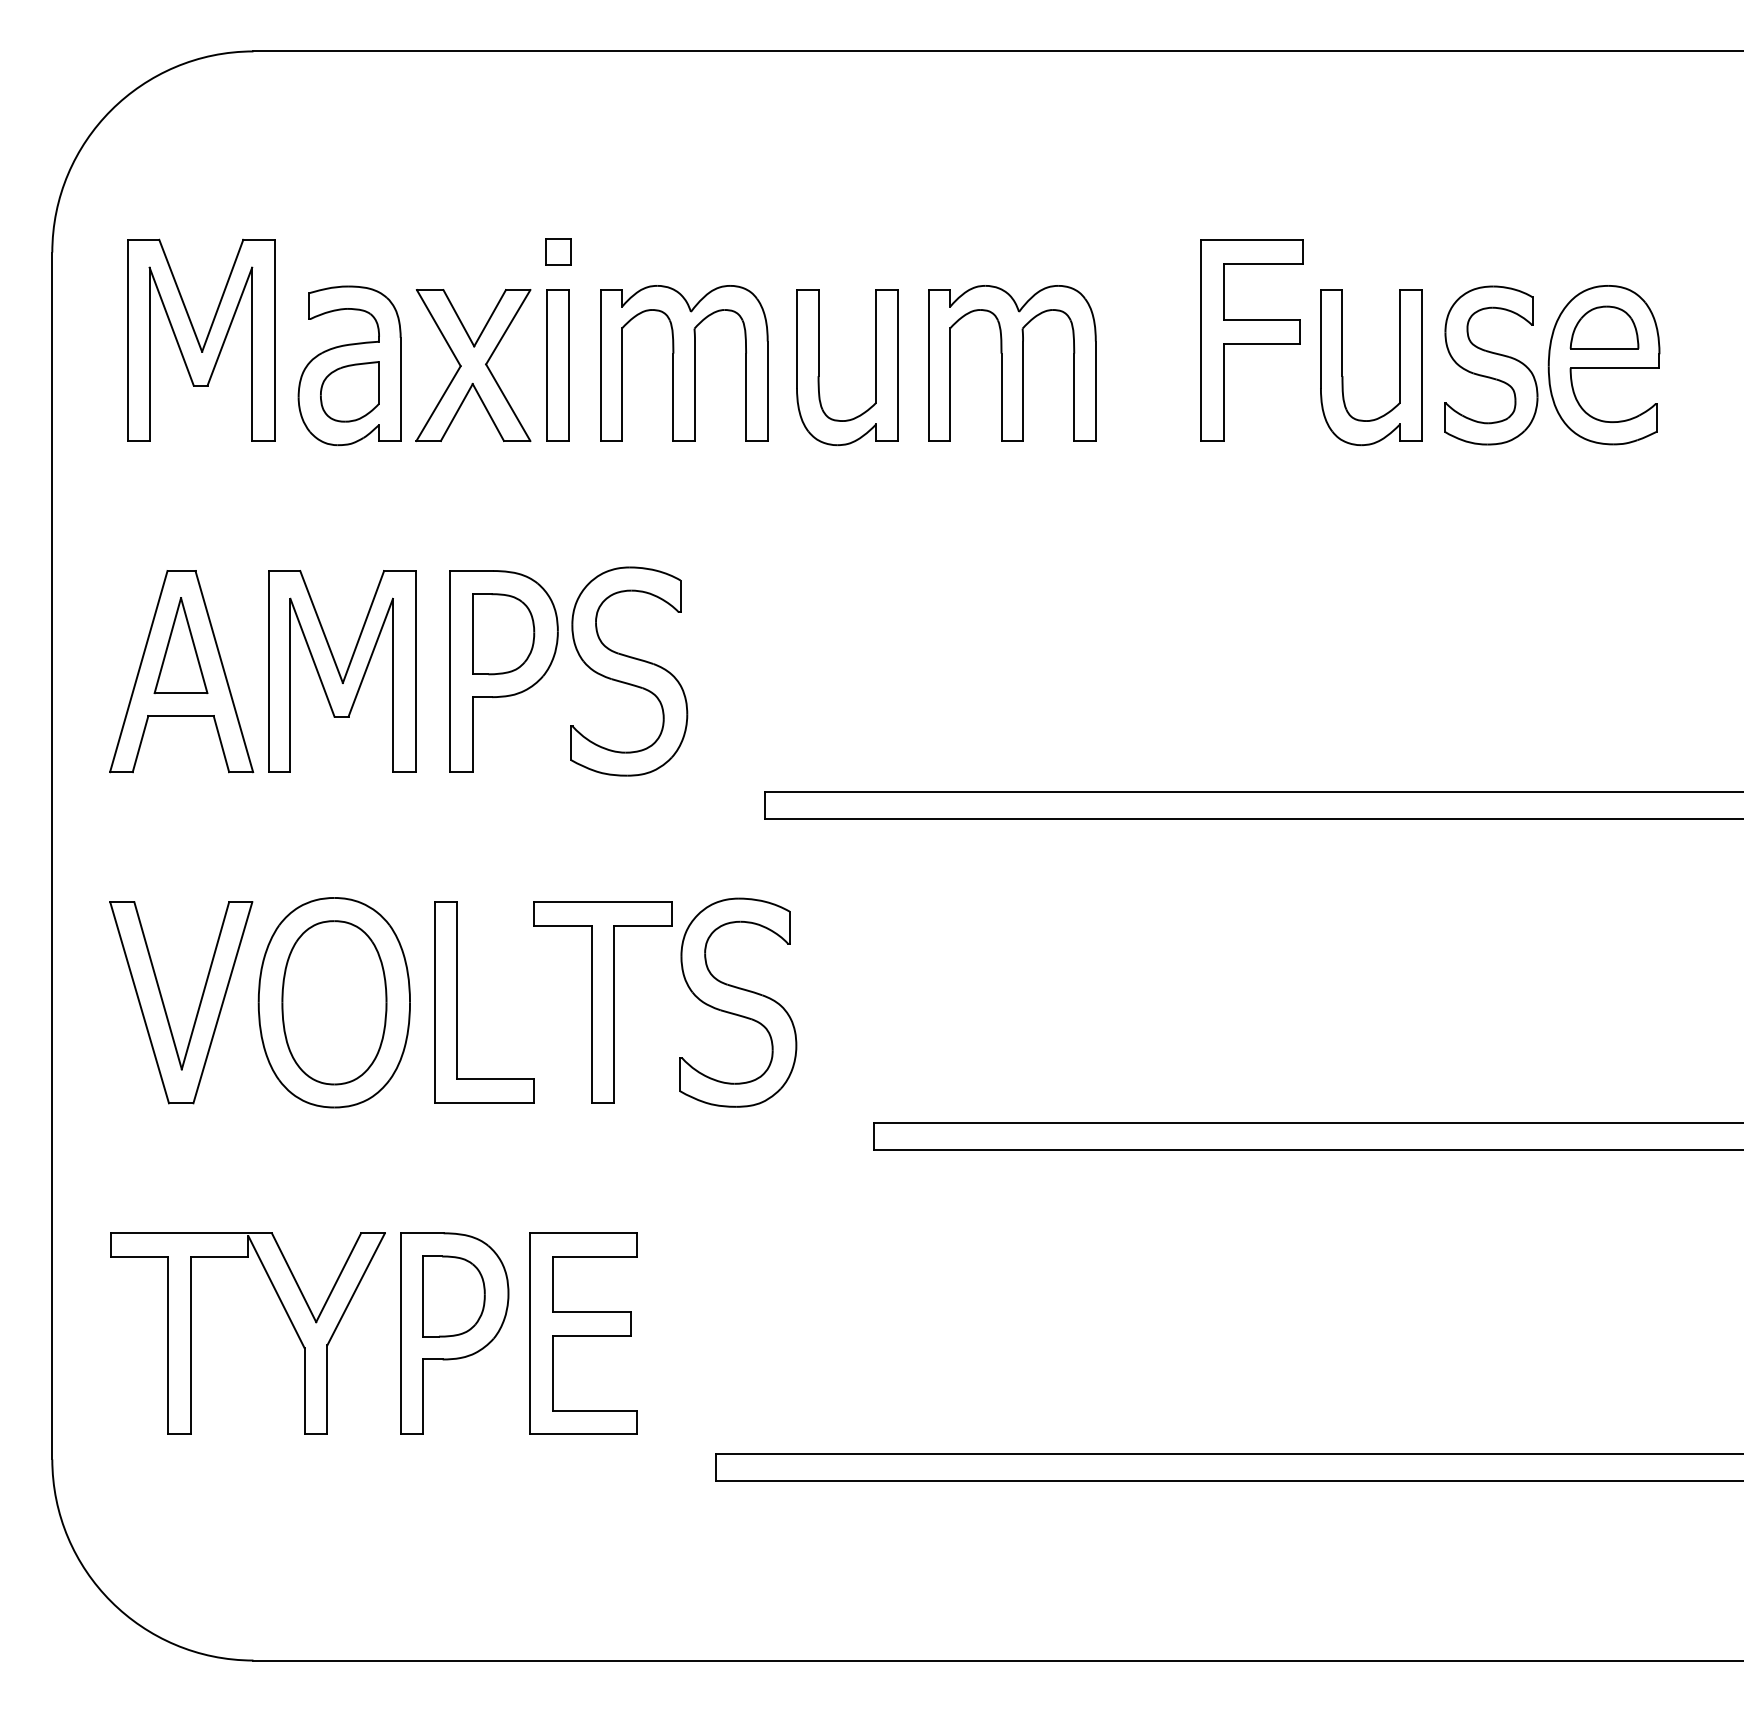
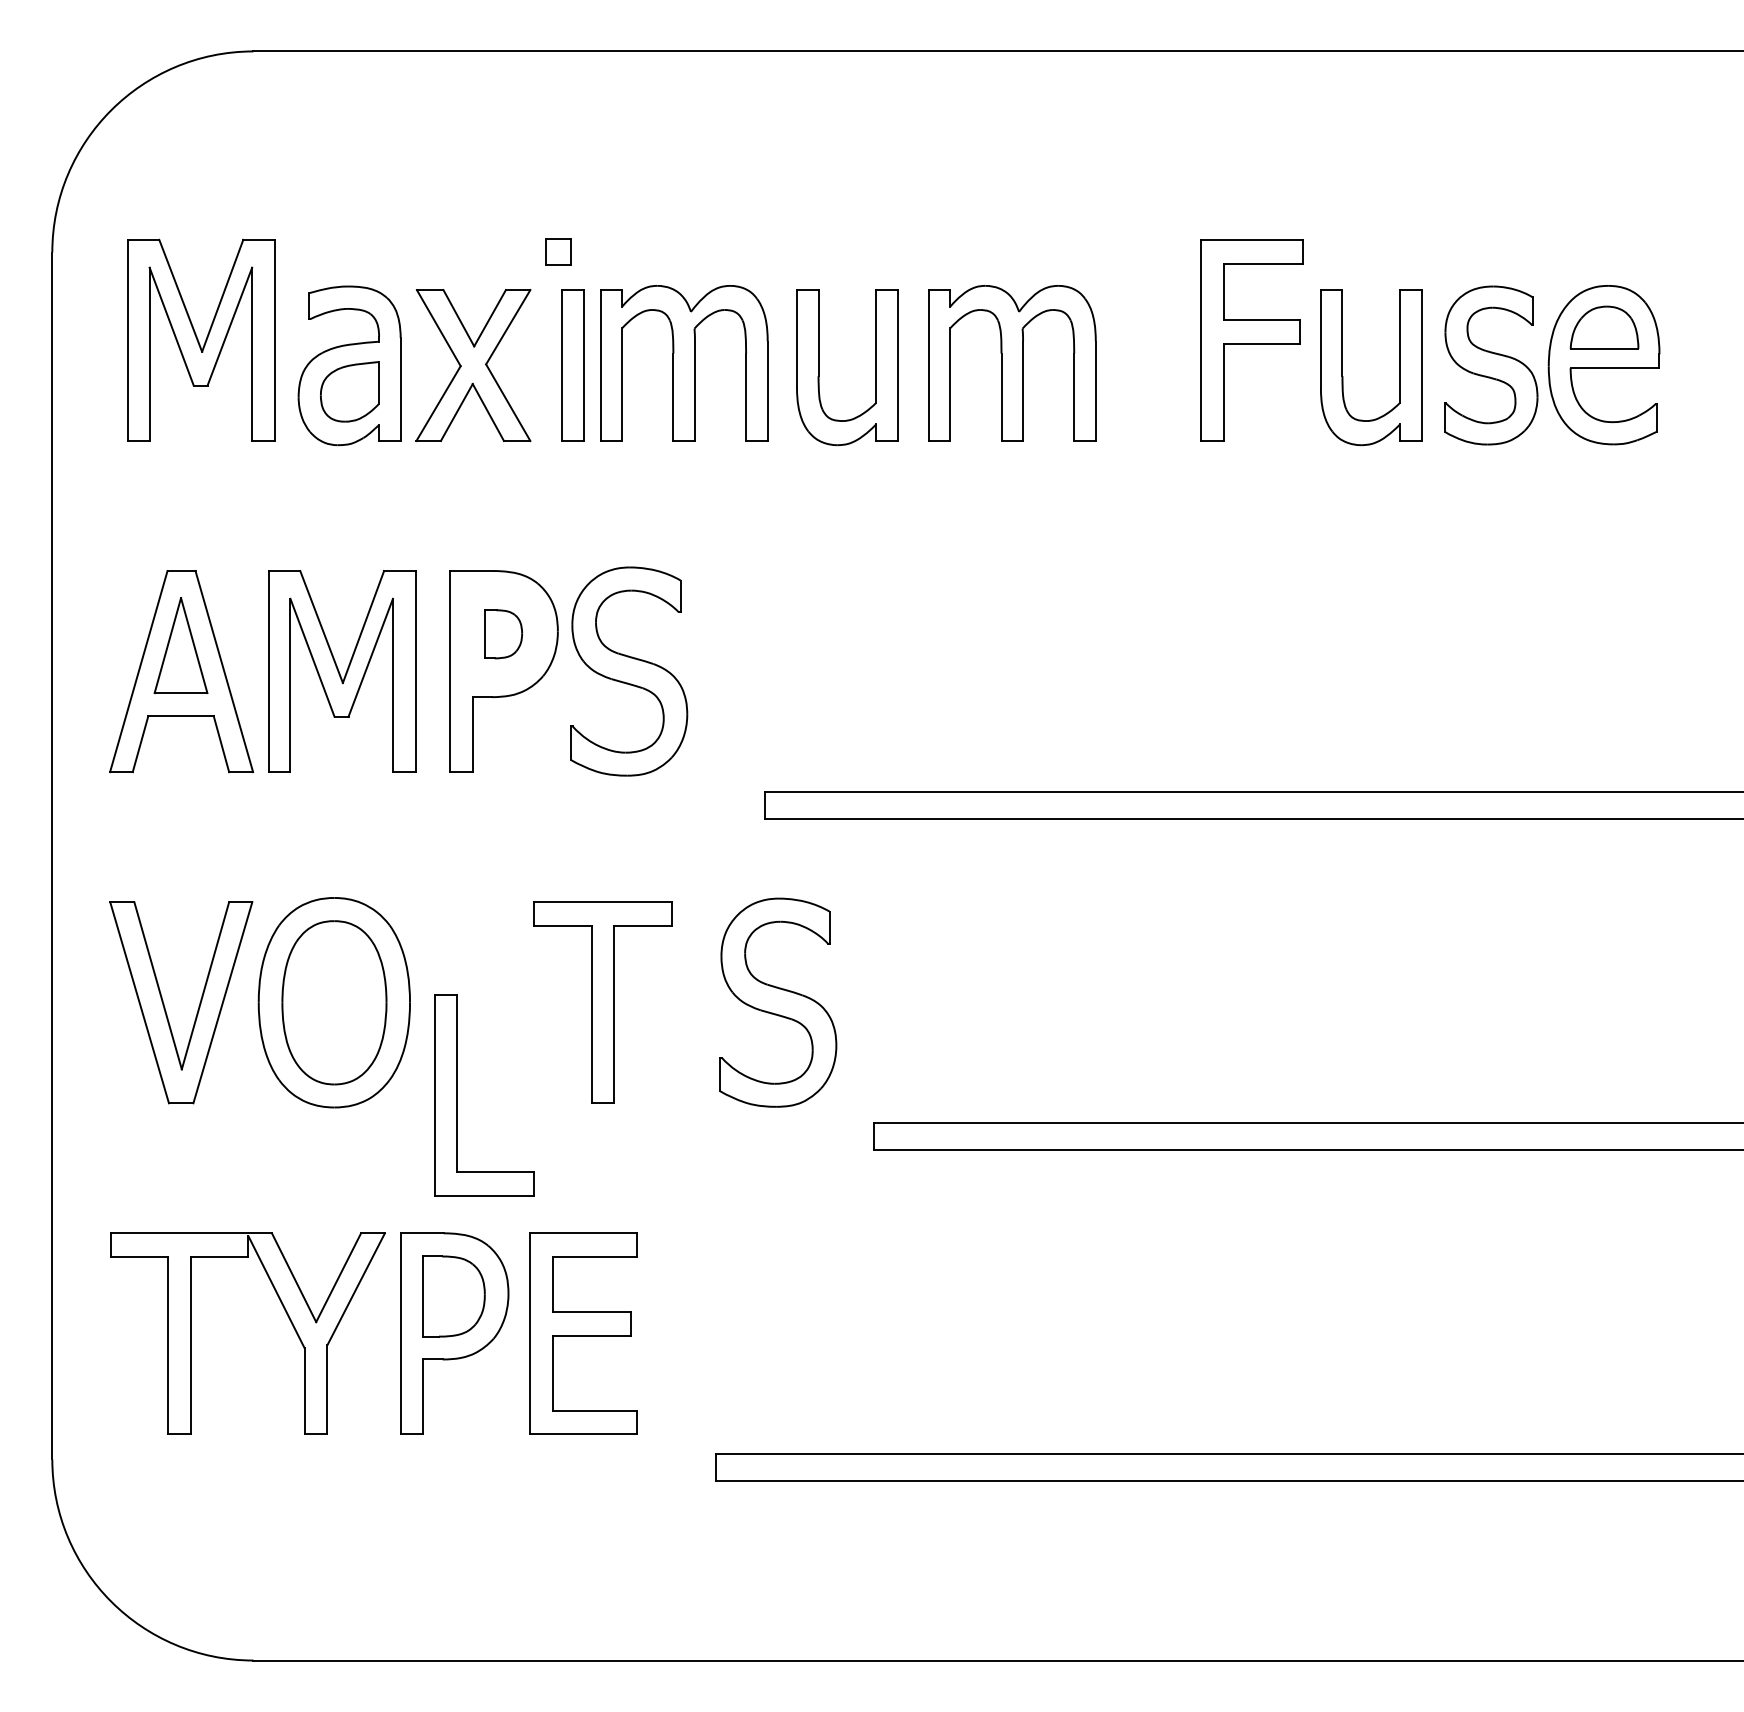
part at (557, 365) position: (557, 365) -> (572, 365)
part at (503, 634) size: 64x83 px -> 39x51 px
part at (457, 1002) position: (457, 1002) -> (457, 1095)
part at (738, 1002) position: (738, 1002) -> (778, 1002)
